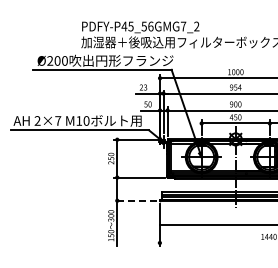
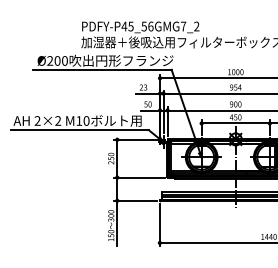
text at (58, 120): 2×7 -> 2×2
line at (135, 200): dashed -> solid
line at (216, 224) position: (216, 224) -> (216, 242)
